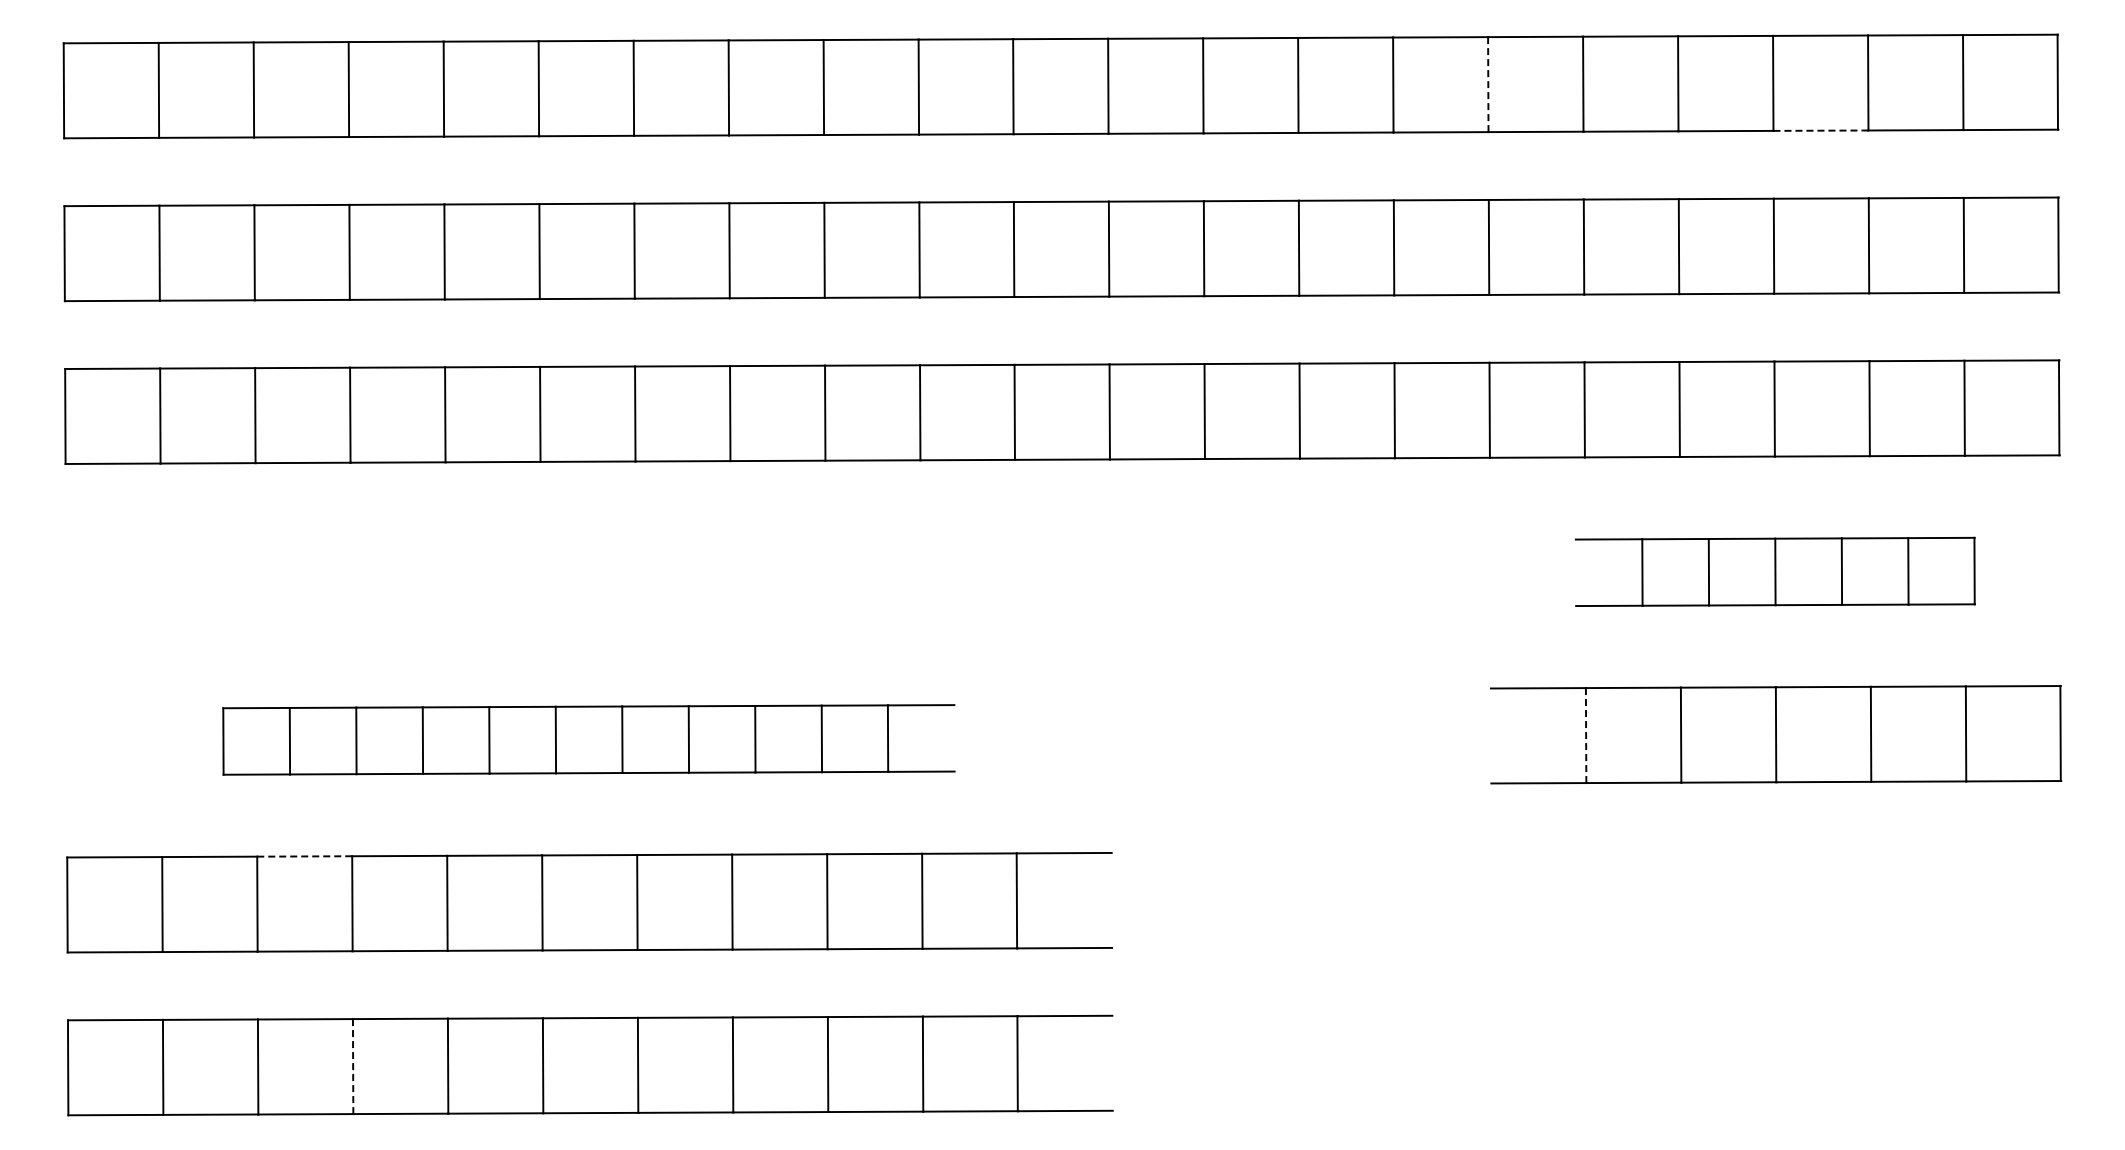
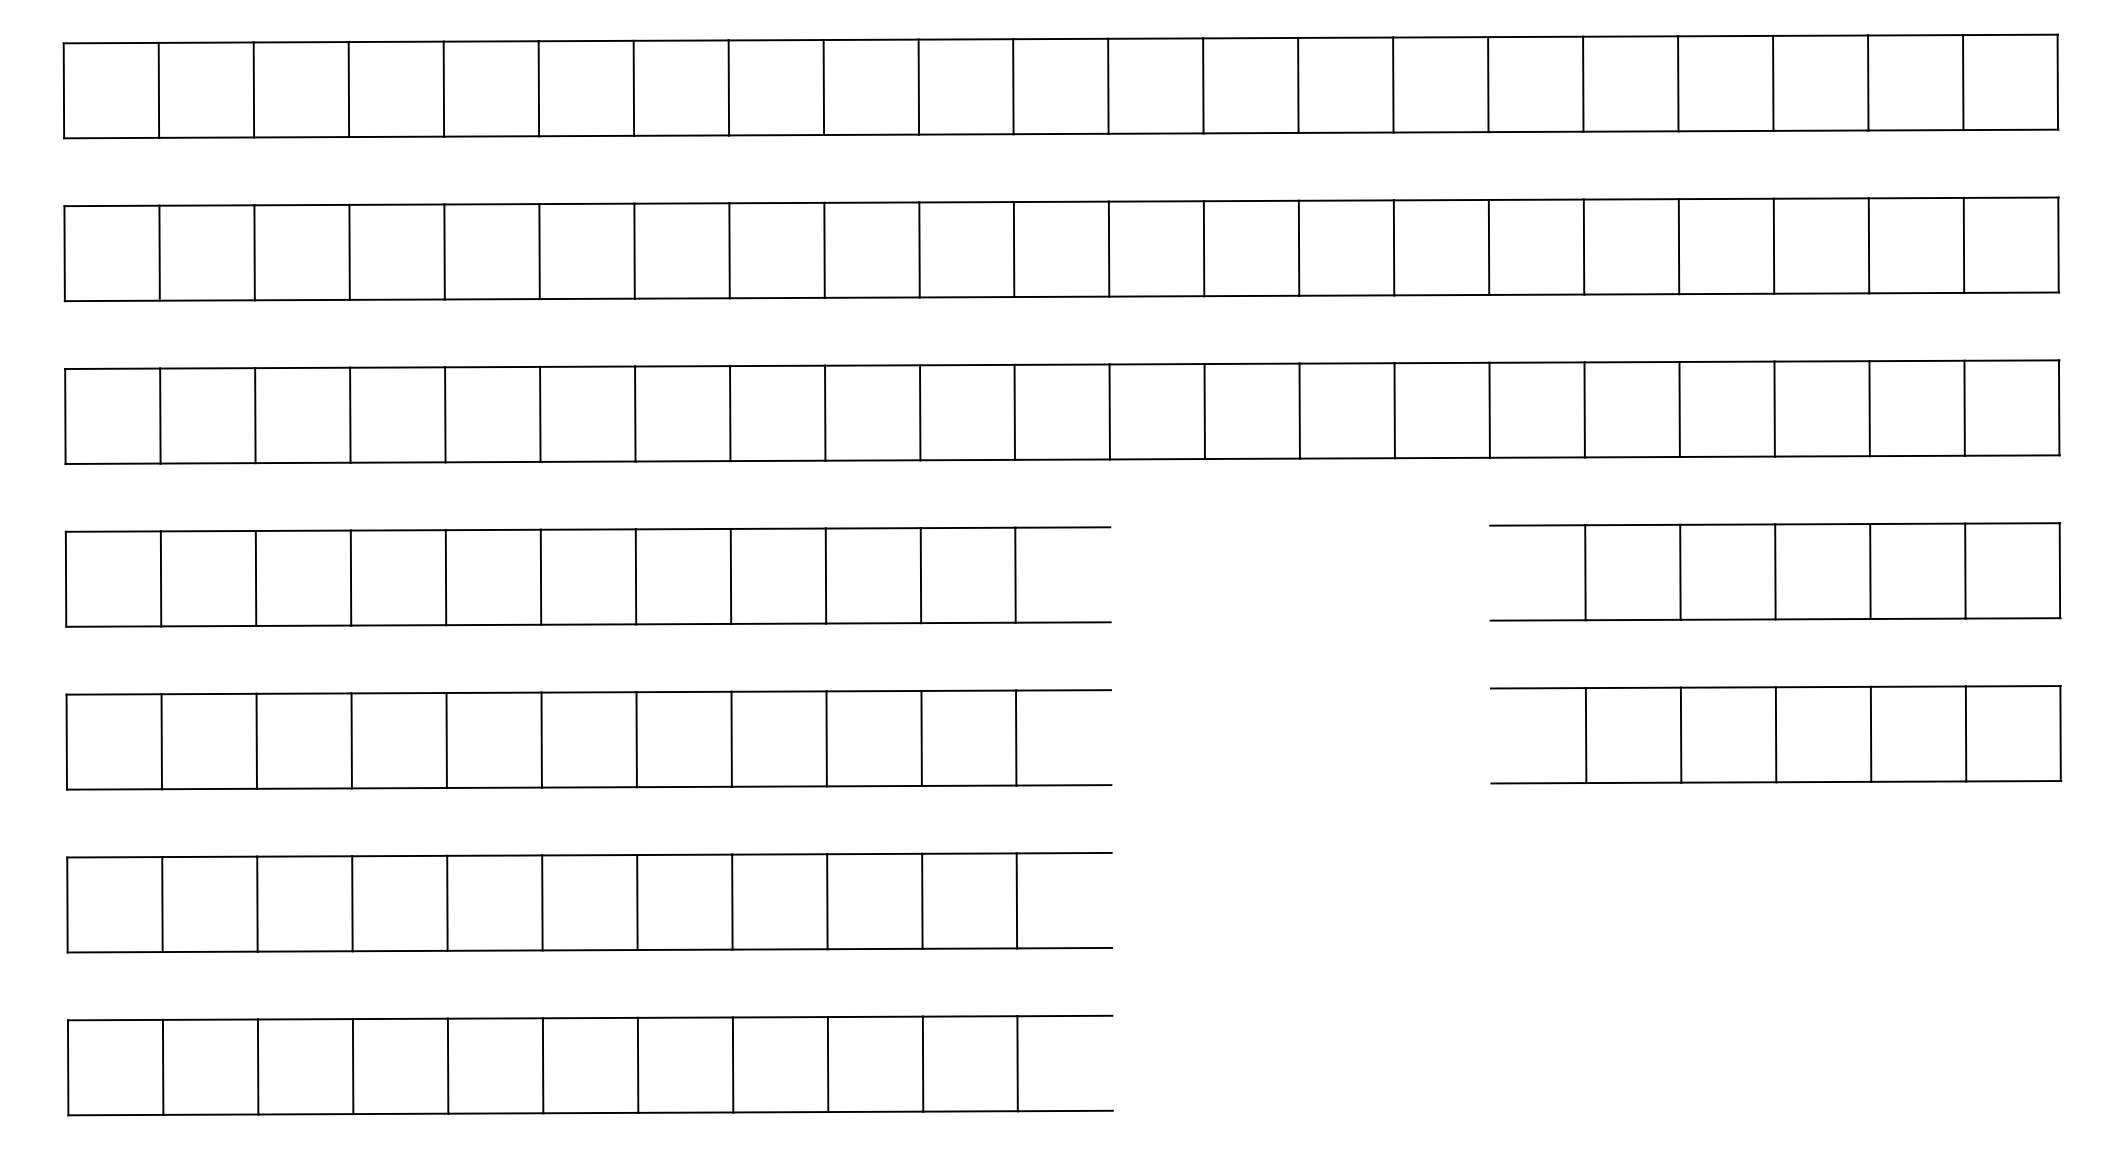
line at (1488, 84): dashed -> solid
line at (1820, 130): dashed -> solid
part at (1774, 571) size: 402x71 px -> 573x100 px
part at (587, 576): none -> present
line at (1586, 735): dashed -> solid
part at (588, 739) size: 734x72 px -> 1048x102 px
line at (305, 856): dashed -> solid
line at (353, 1066): dashed -> solid
